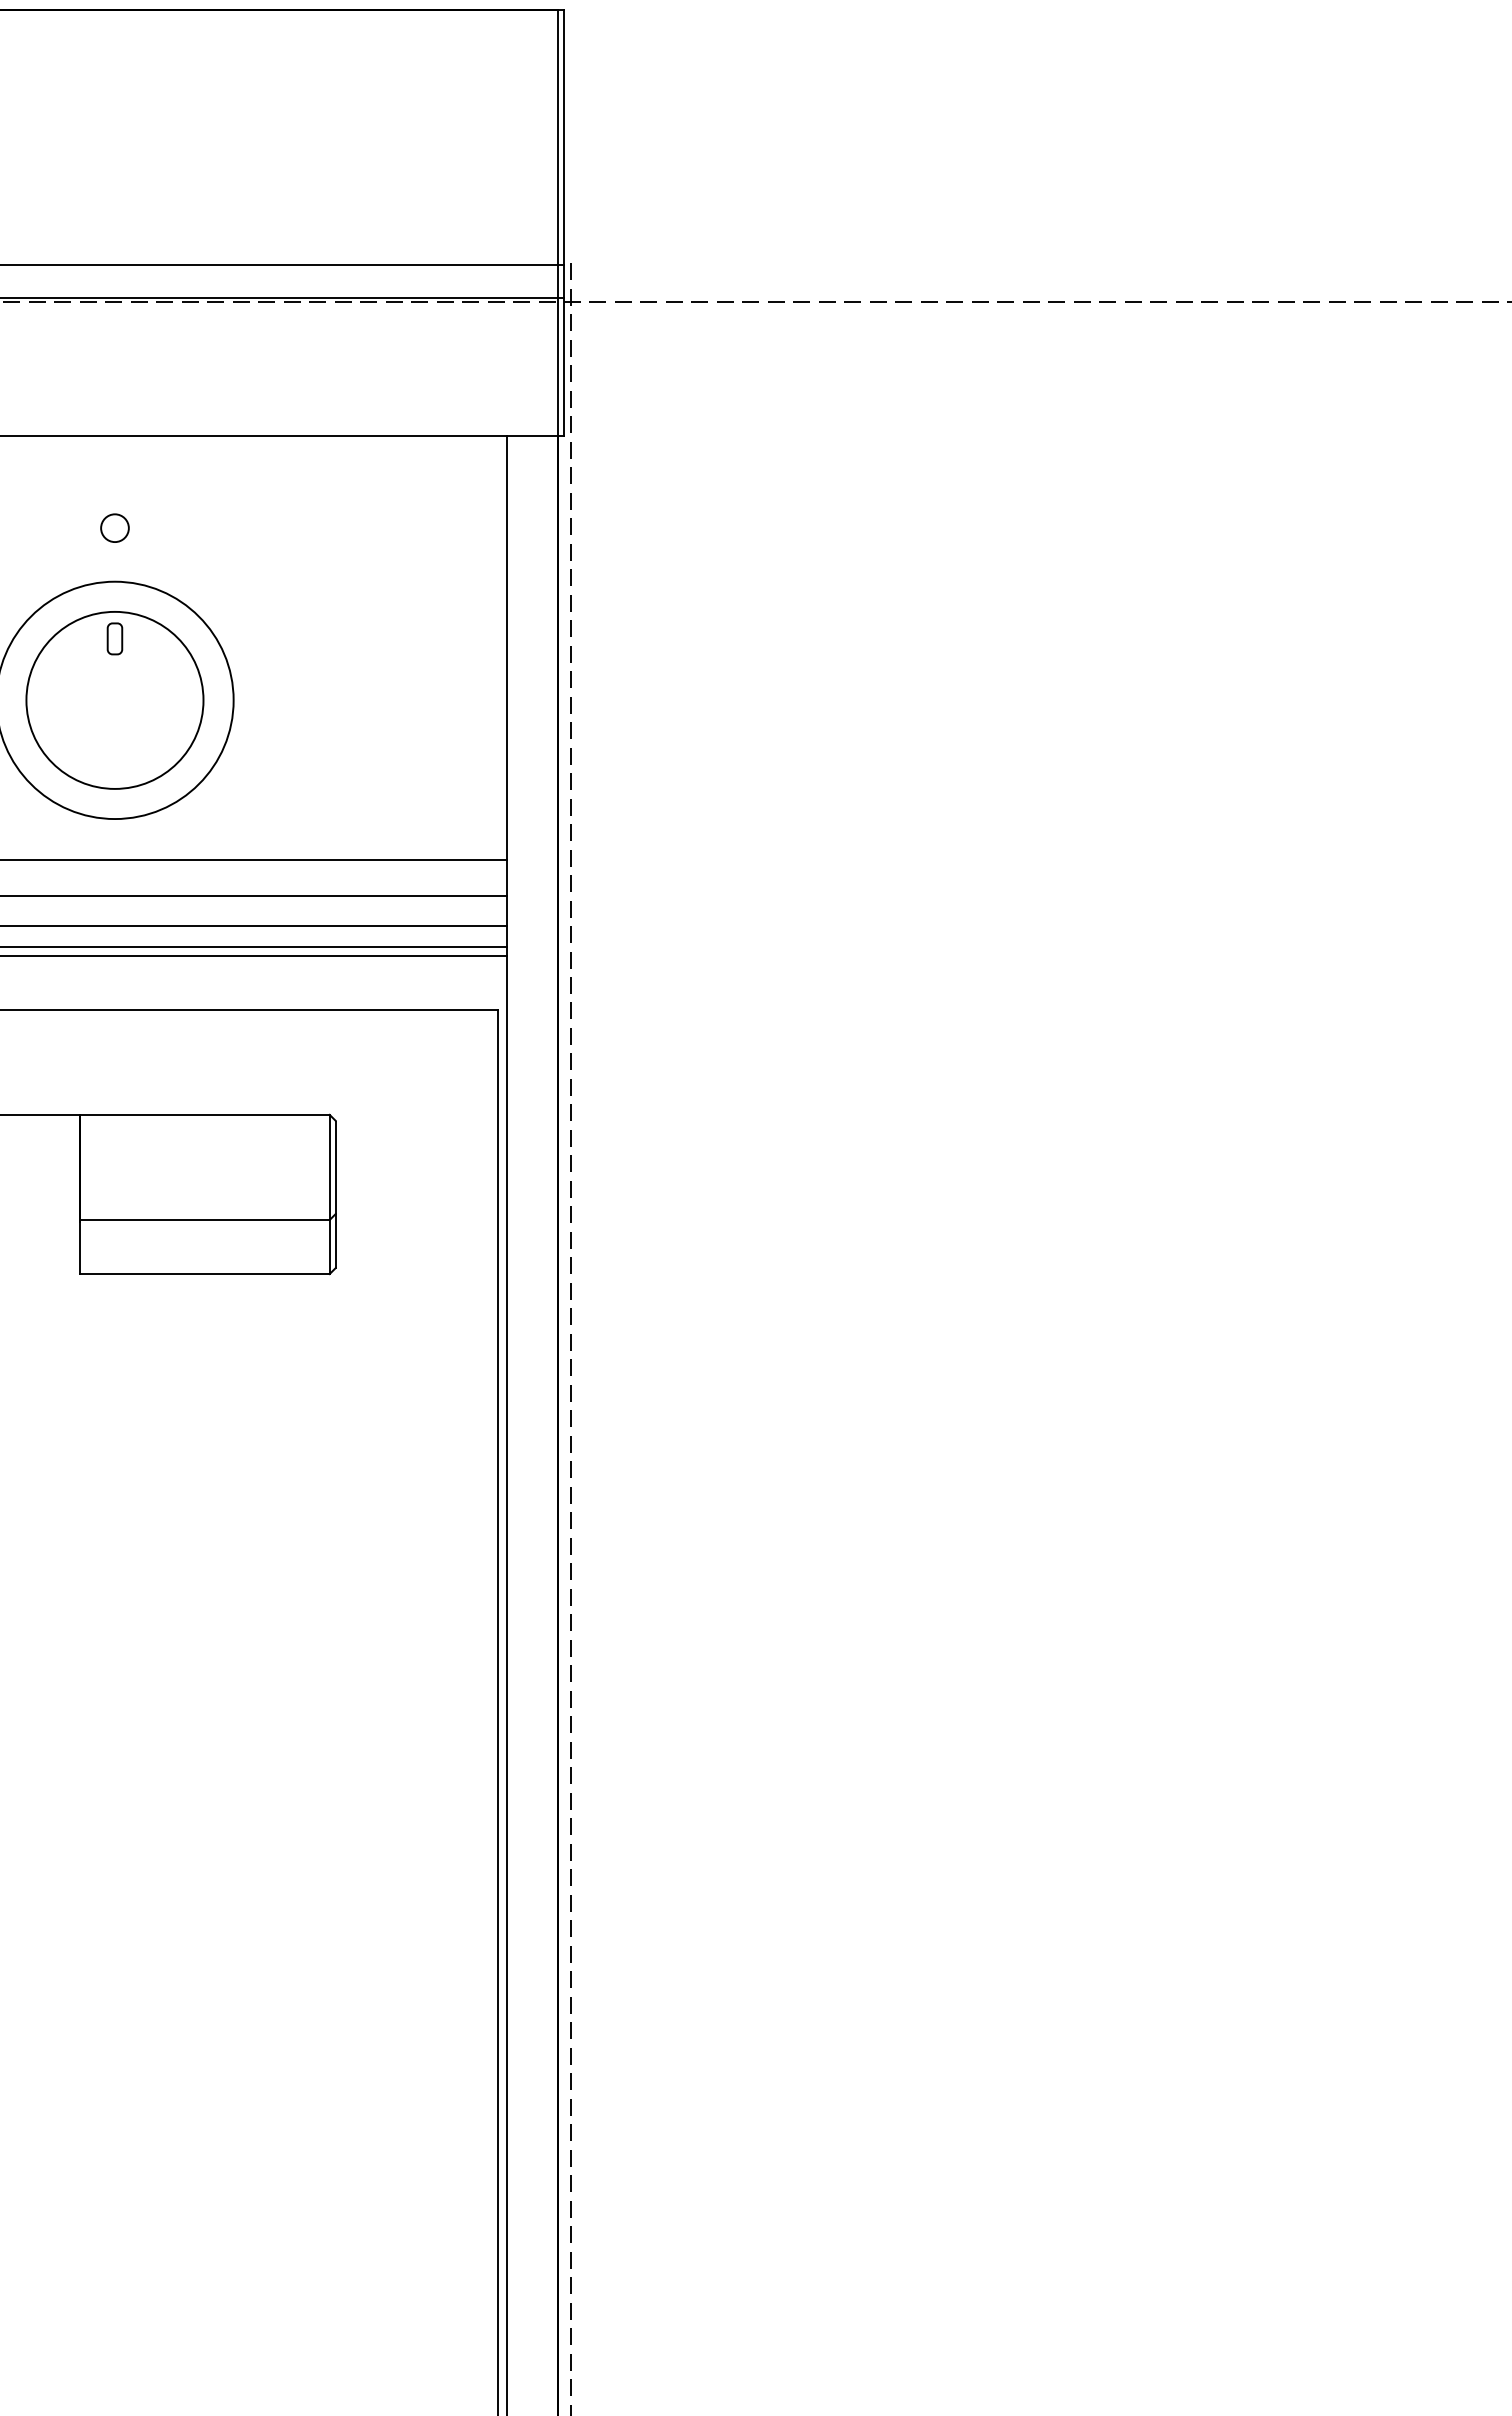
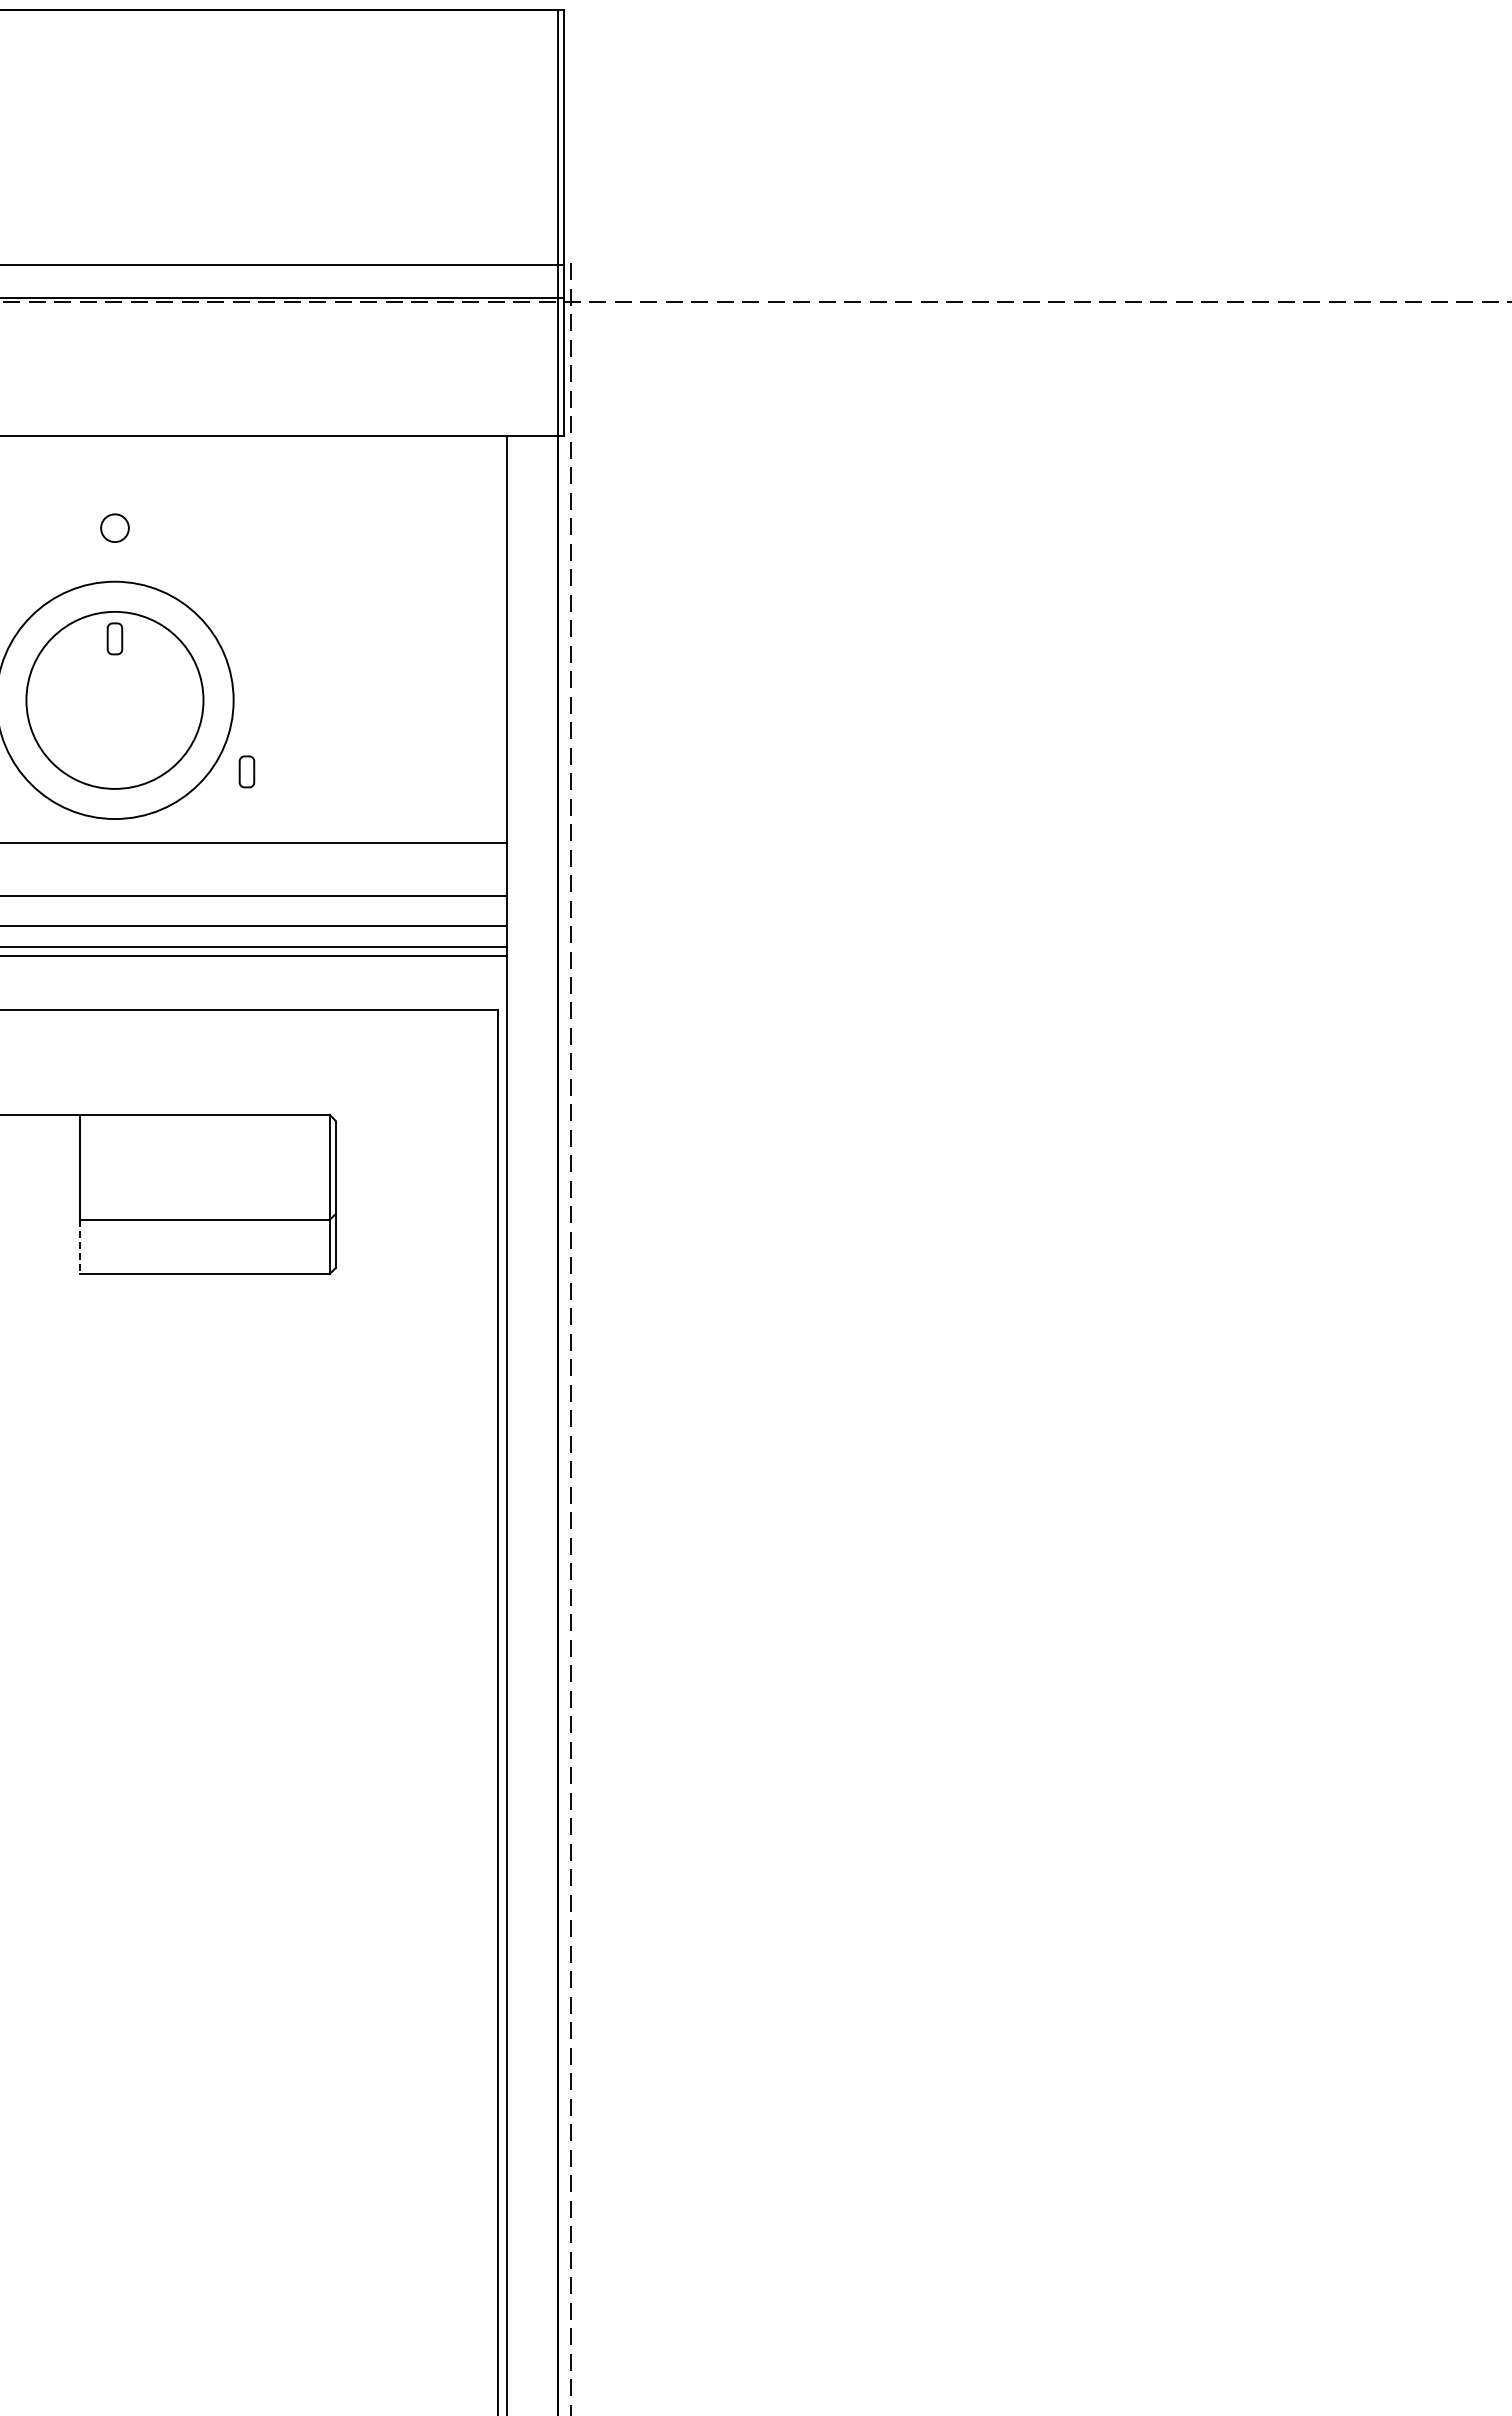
part at (246, 771): none -> present
line at (254, 859) position: (254, 859) -> (254, 842)
line at (80, 1247): solid -> dashed
